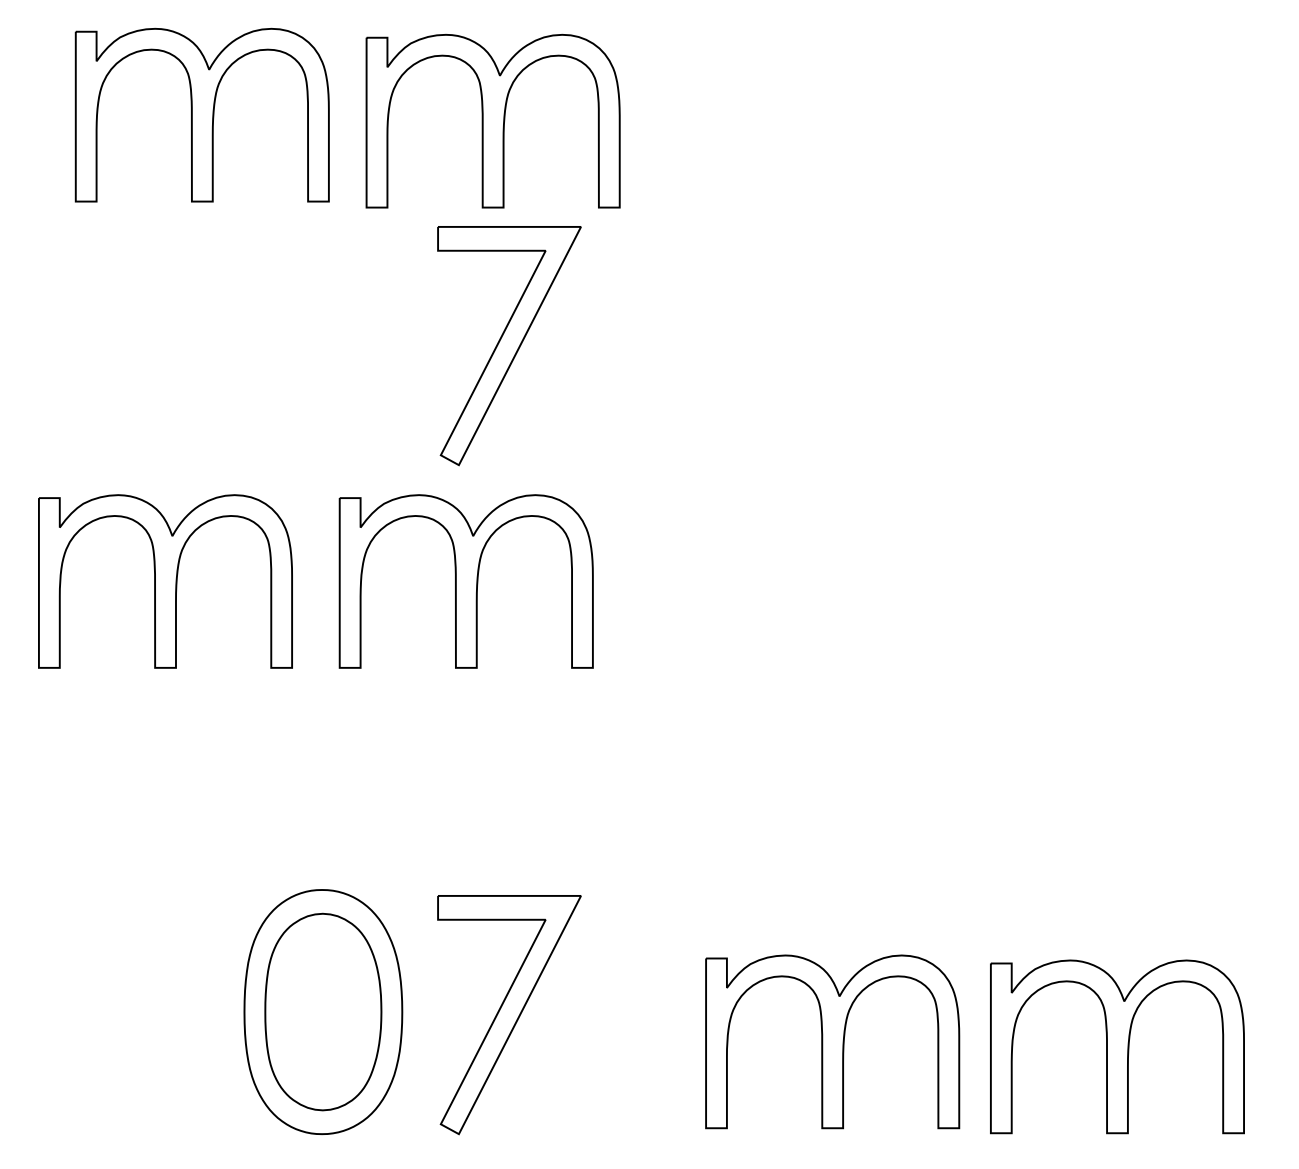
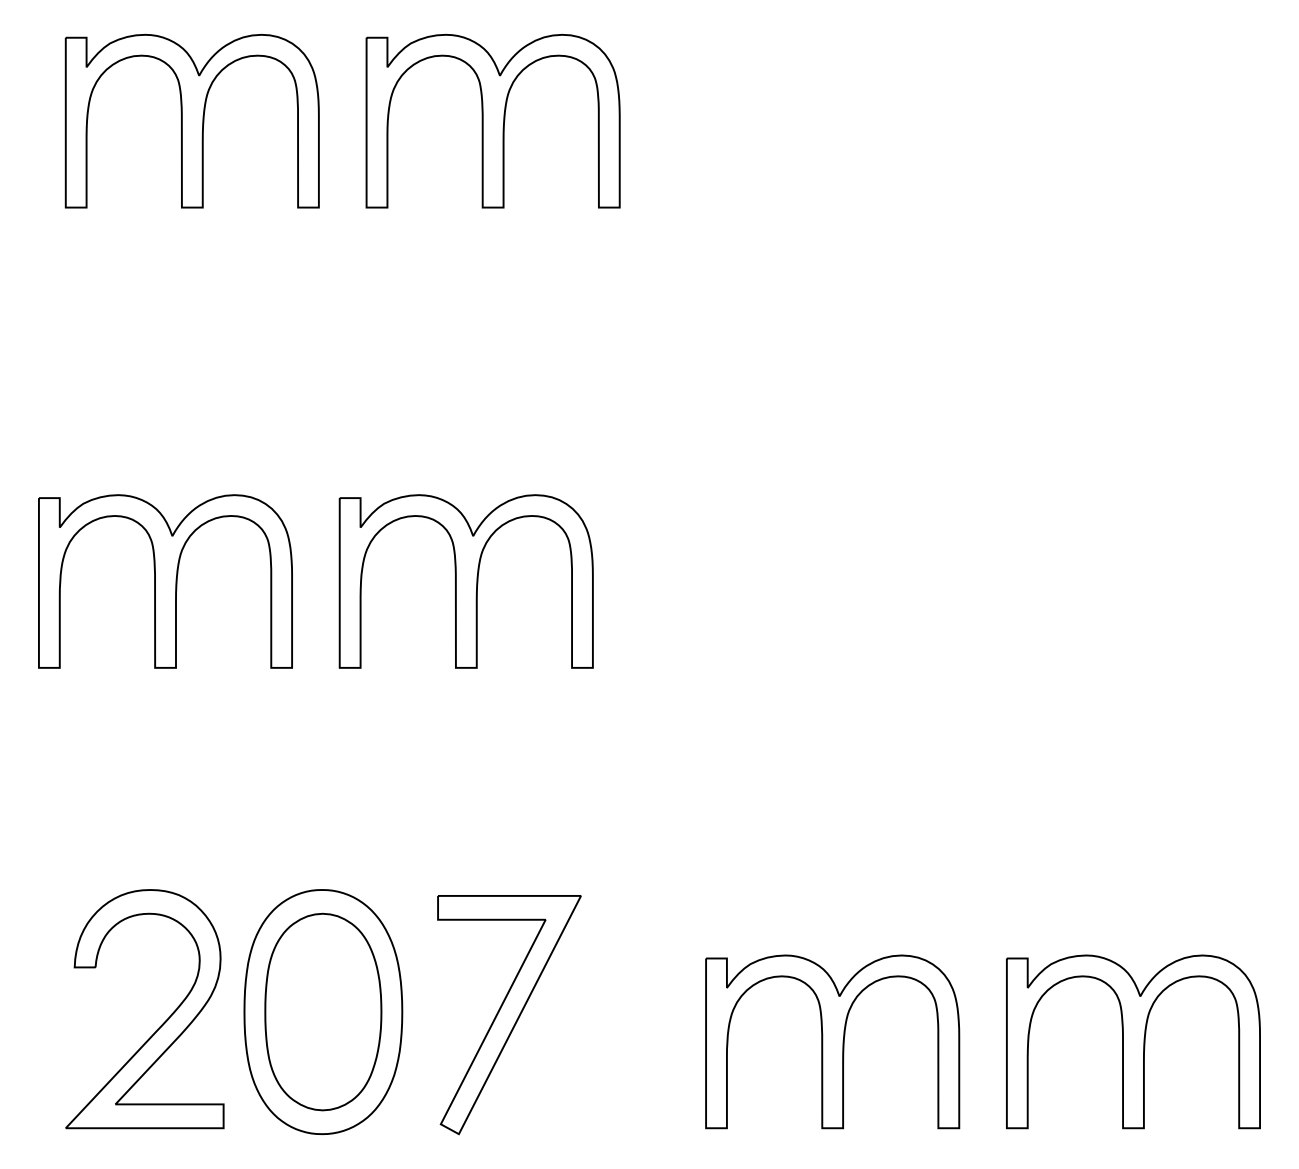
part at (201, 114) position: (201, 114) -> (191, 120)
part at (509, 346): present -> none
part at (160, 1025): none -> present
part at (1117, 1046) position: (1117, 1046) -> (1133, 1041)
